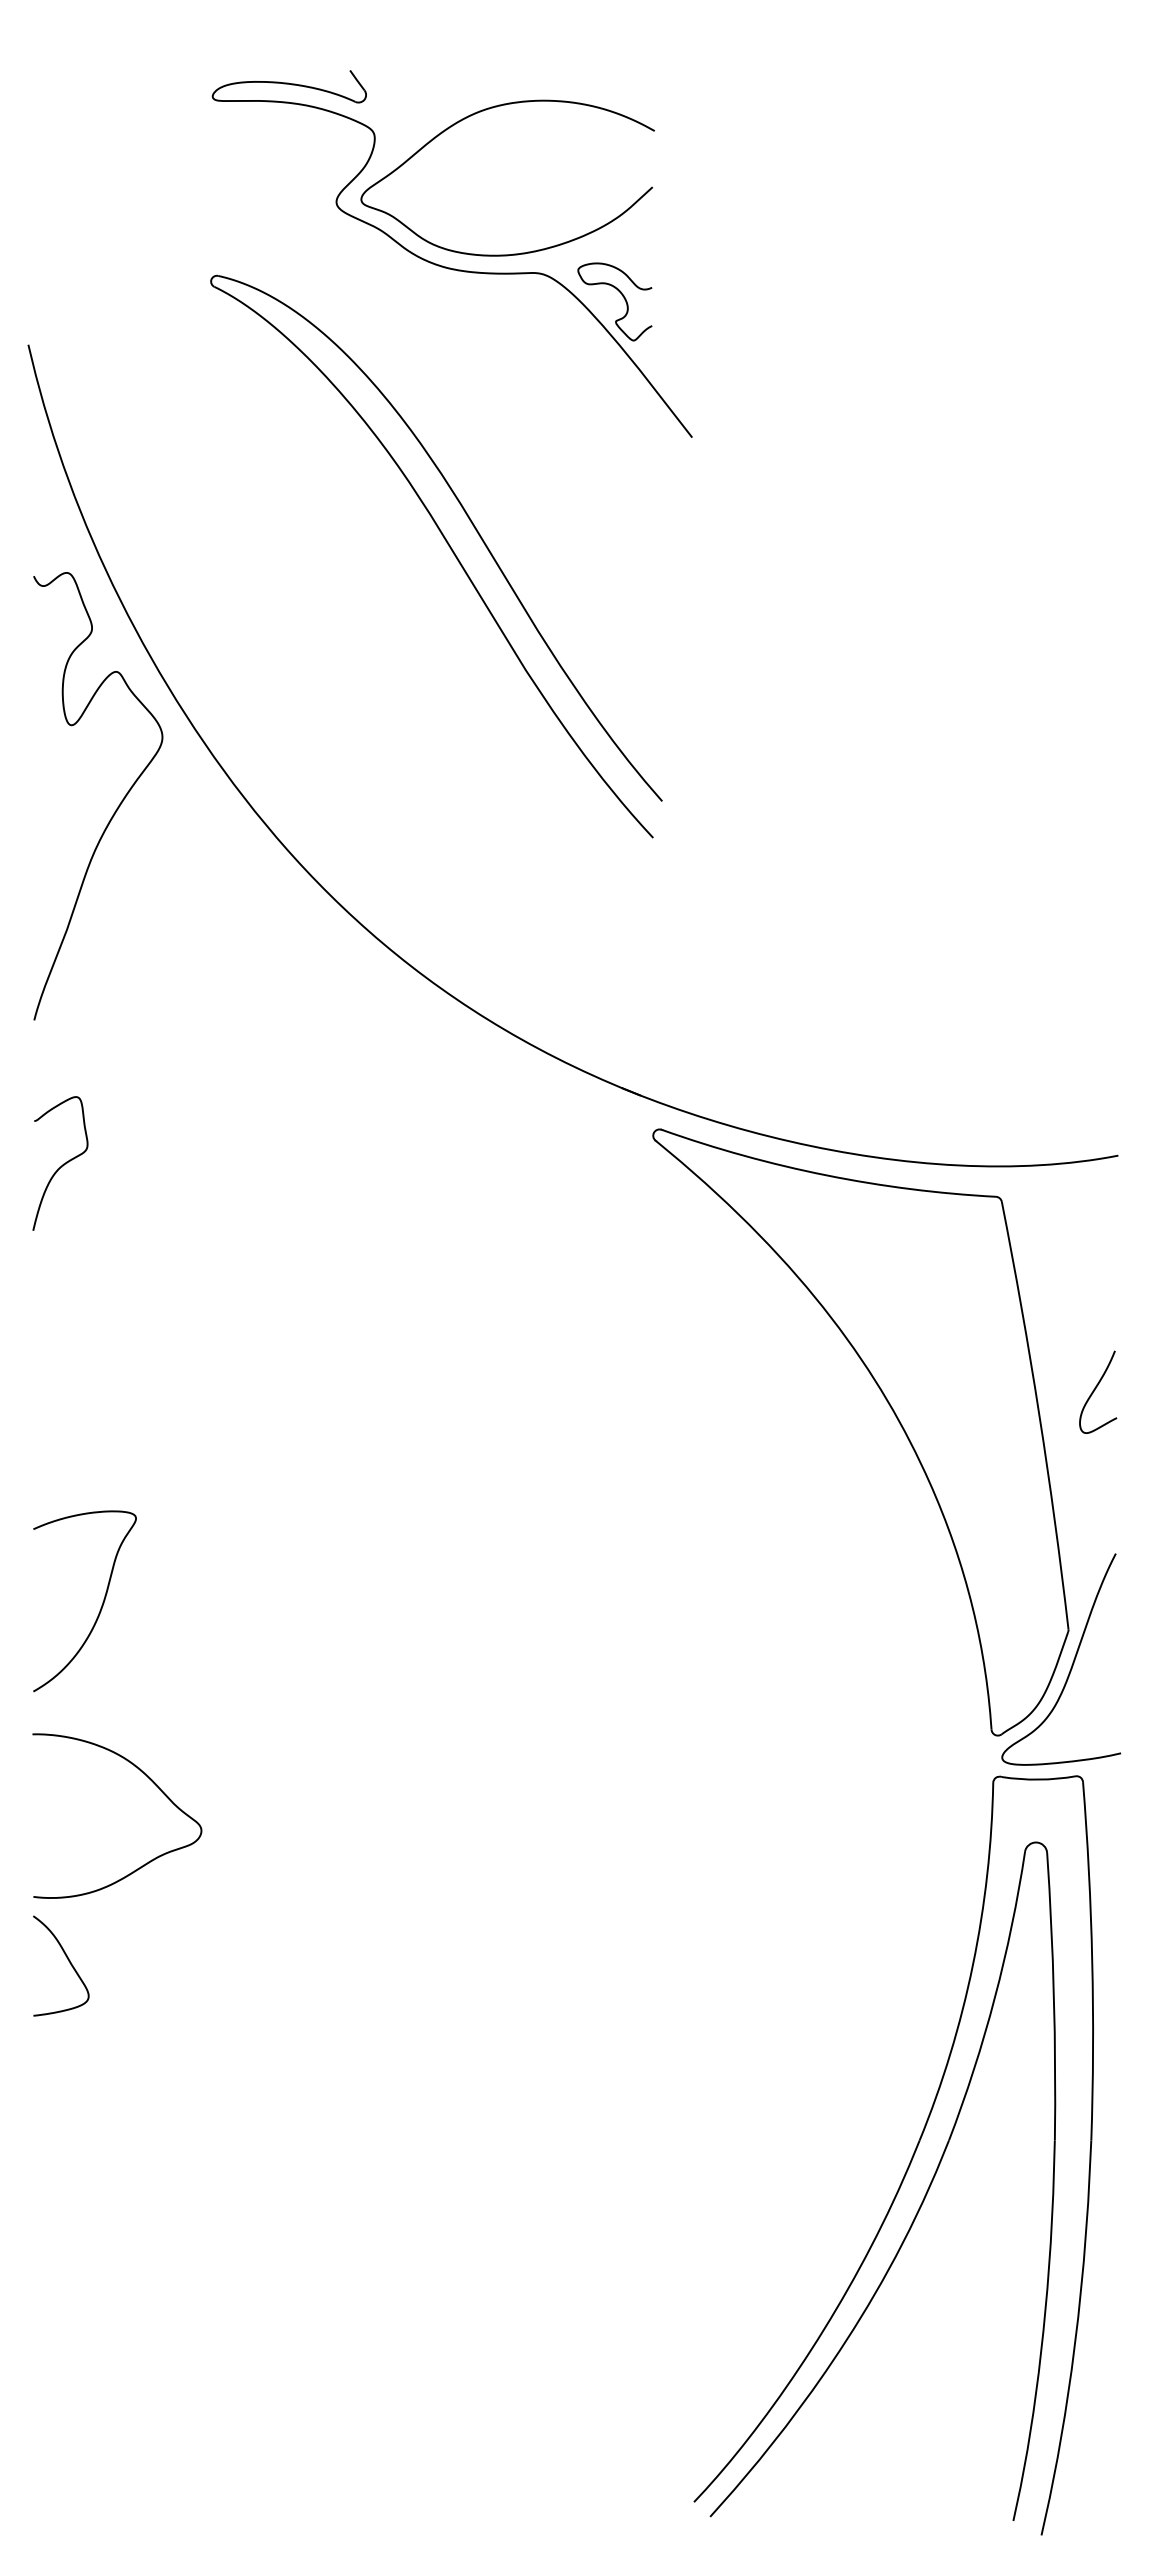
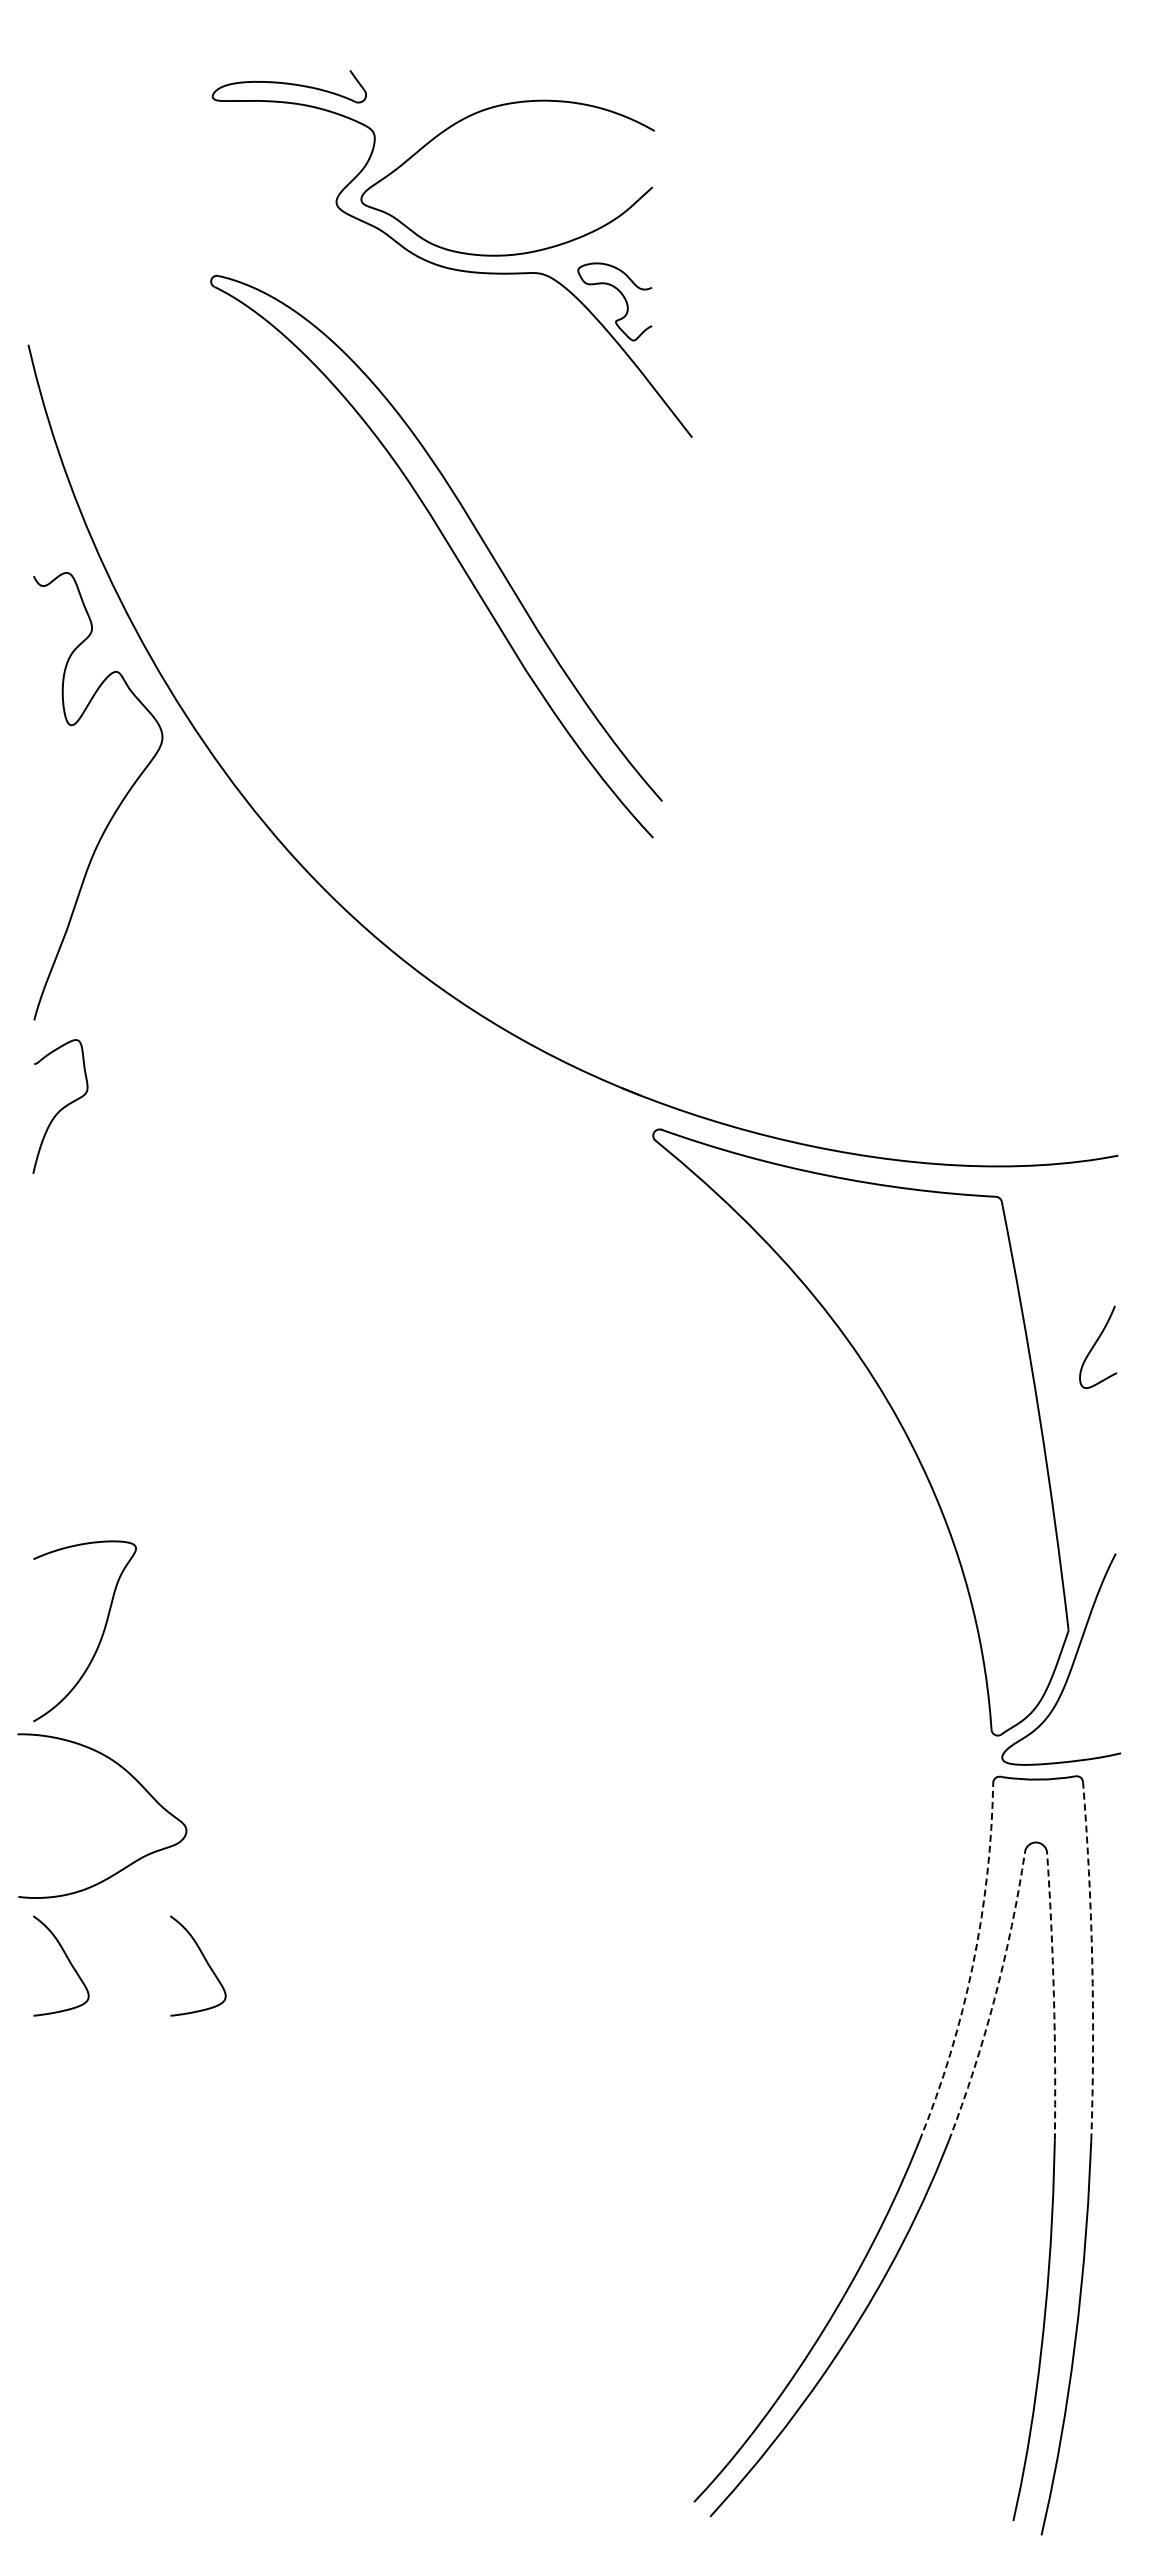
curve at (62, 1164) position: (62, 1164) -> (62, 1107)
curve at (1095, 1390) position: (1095, 1390) -> (1095, 1345)
curve at (100, 1607) position: (100, 1607) -> (100, 1637)
curve at (151, 1781) position: (151, 1781) -> (136, 1781)
curve at (205, 1961): none -> present
arc at (1092, 1961): solid -> dashed
arc at (972, 1965): solid -> dashed
arc at (1053, 1996): solid -> dashed
arc at (994, 1998): solid -> dashed
